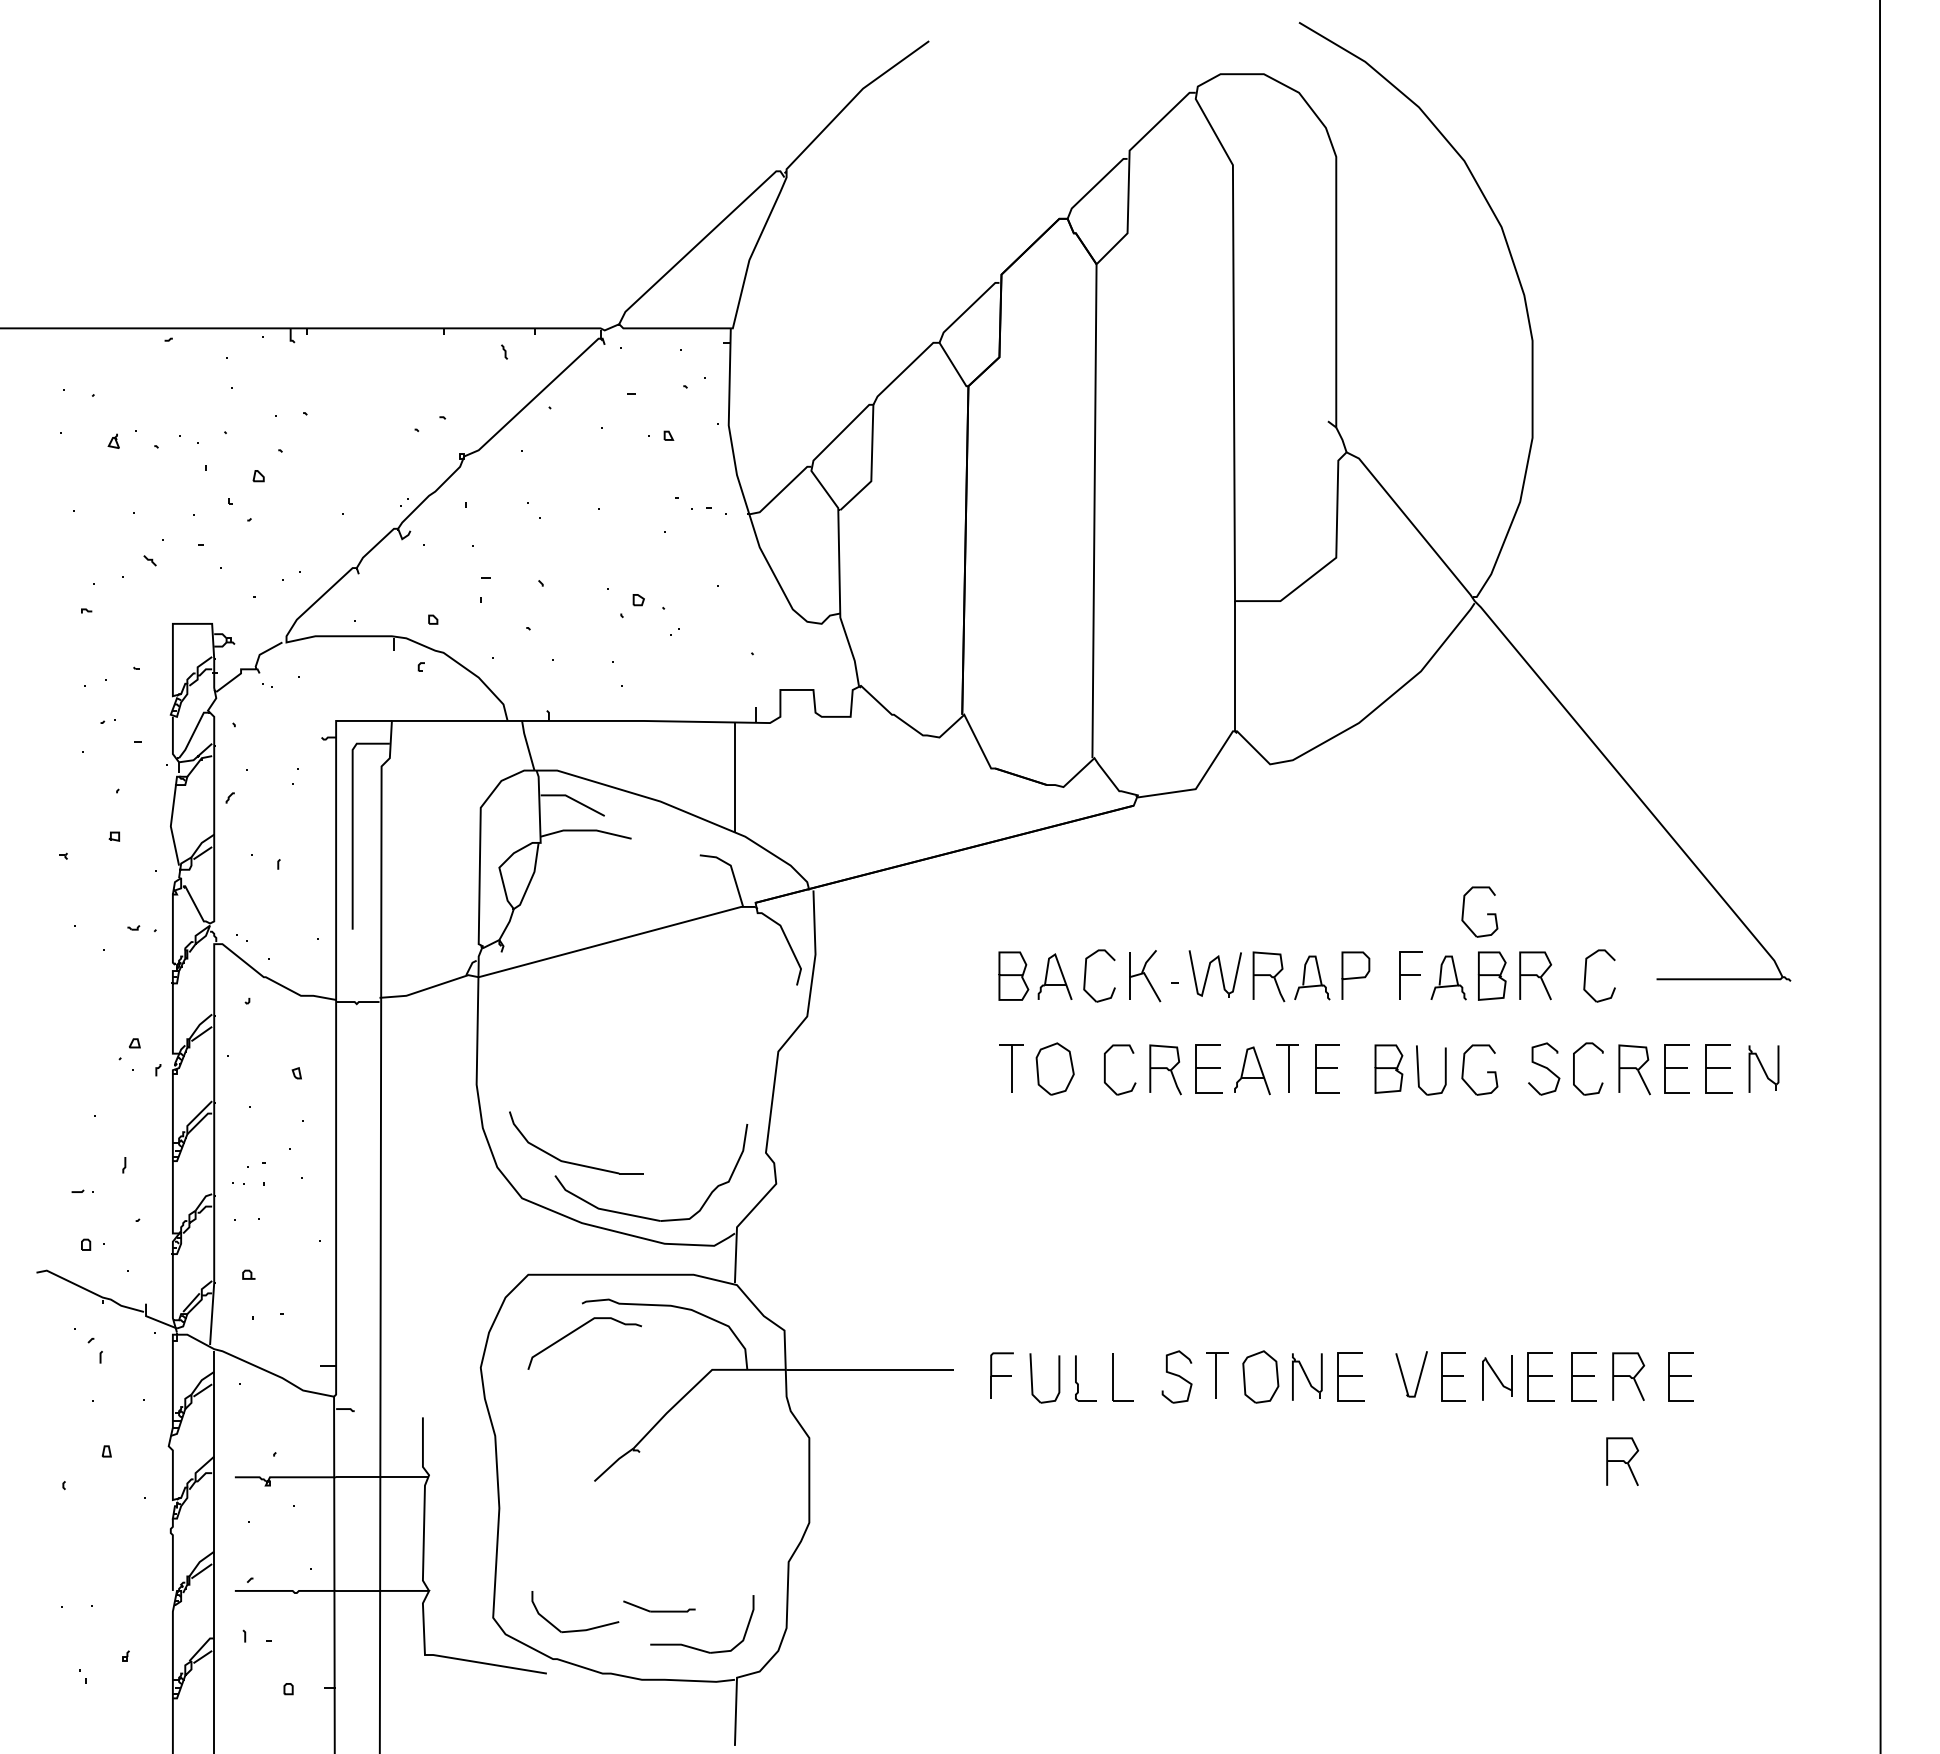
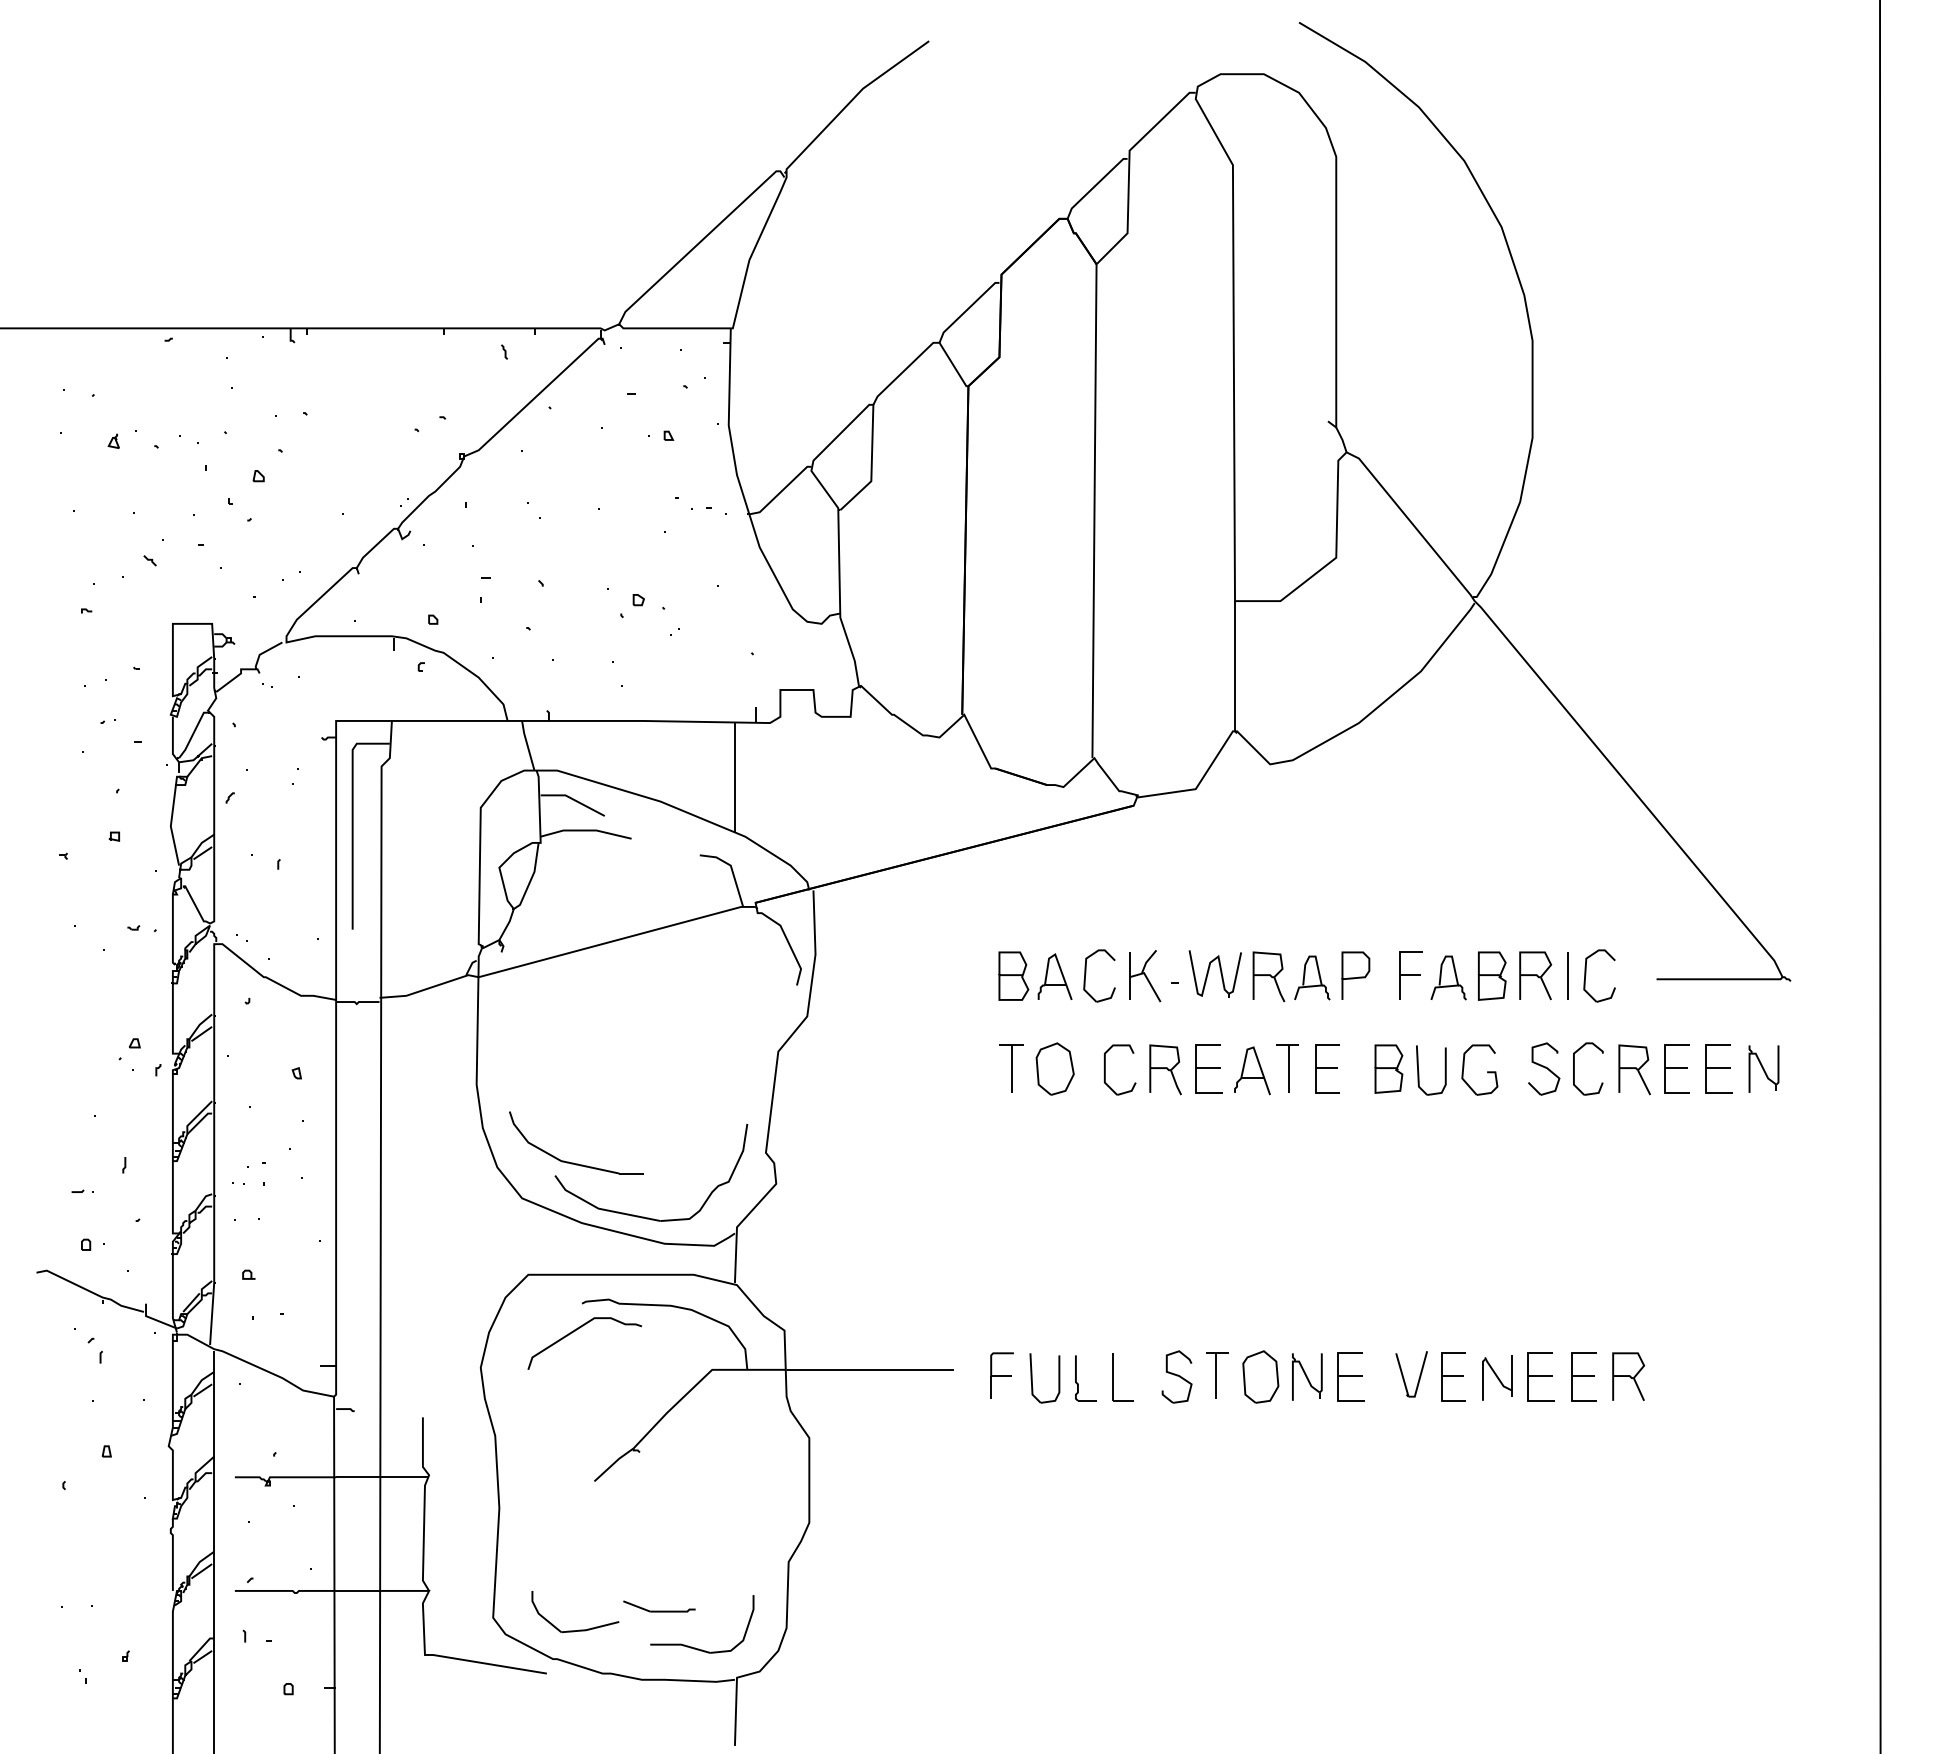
part at (1487, 913): present -> none
line at (1567, 975): none -> present
part at (1680, 1376): present -> none
part at (1622, 1461): present -> none
